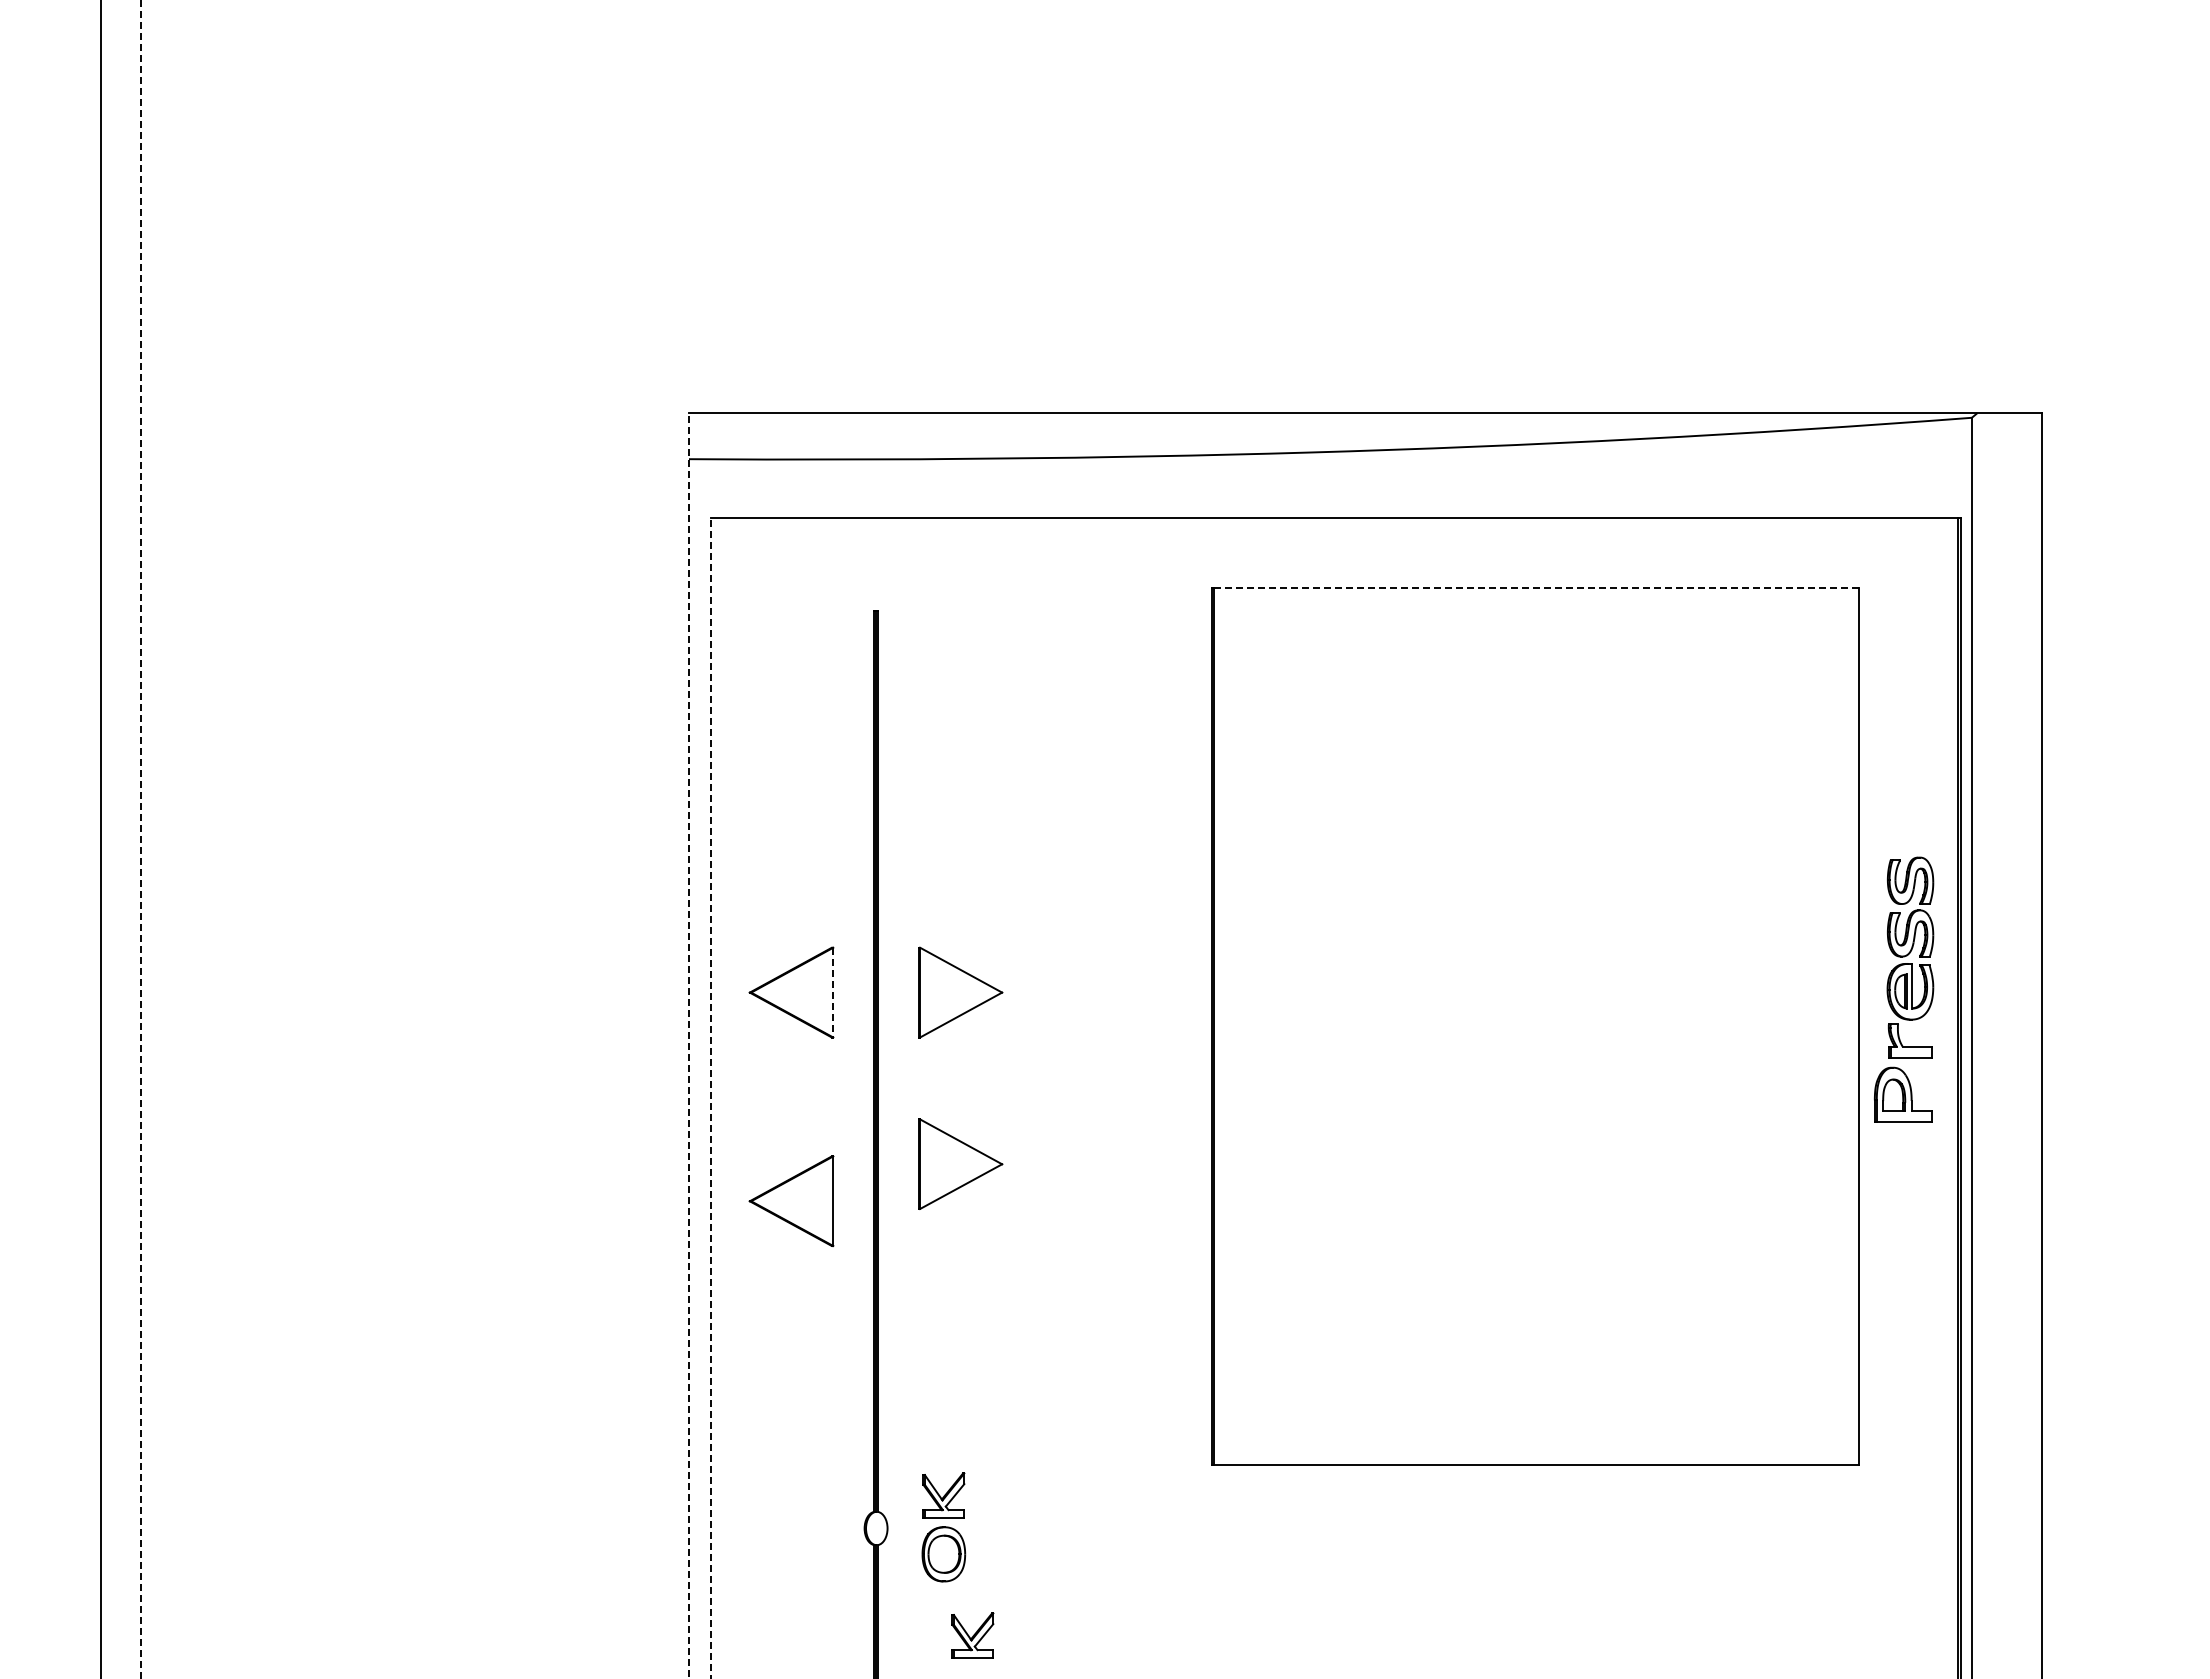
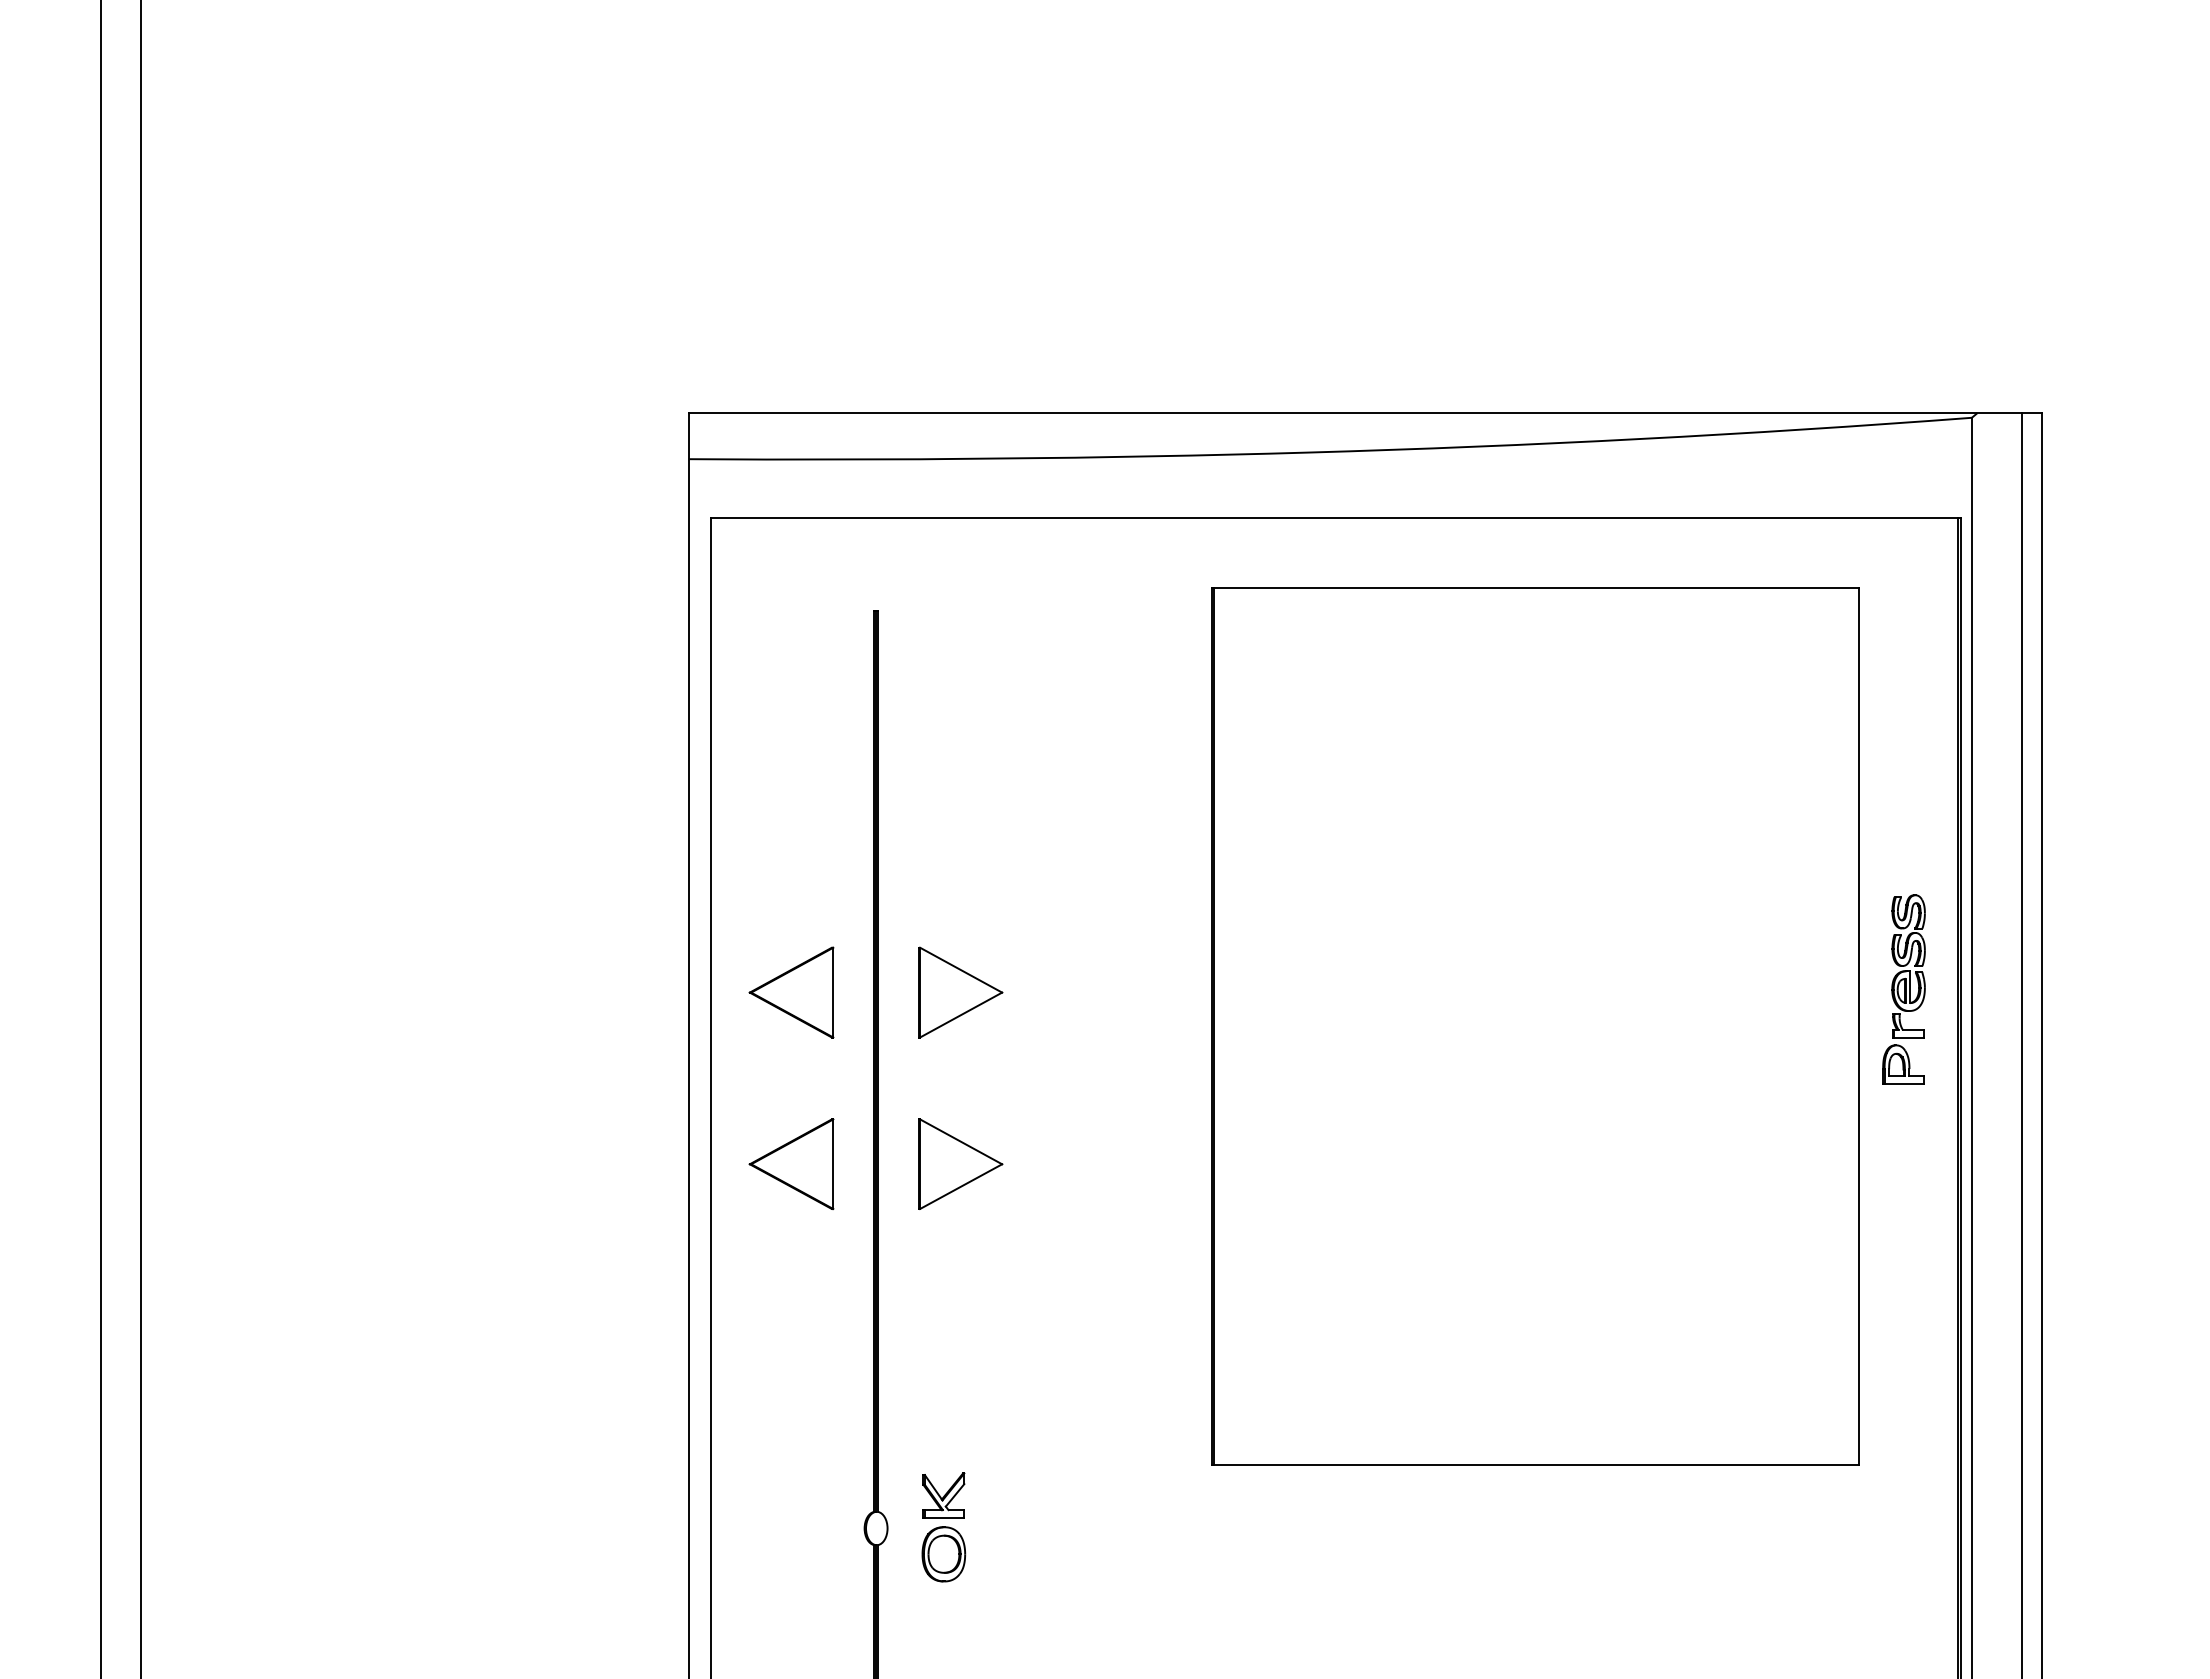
line at (1536, 588): dashed -> solid
line at (141, 839): dashed -> solid
part at (1904, 989) size: 61x267 px -> 44x191 px
line at (833, 992): dashed -> solid
line at (2021, 1044): none -> present
line at (688, 1045): dashed -> solid
line at (711, 1098): dashed -> solid
part at (791, 1200) position: (791, 1200) -> (791, 1163)
part at (972, 1635): present -> none
